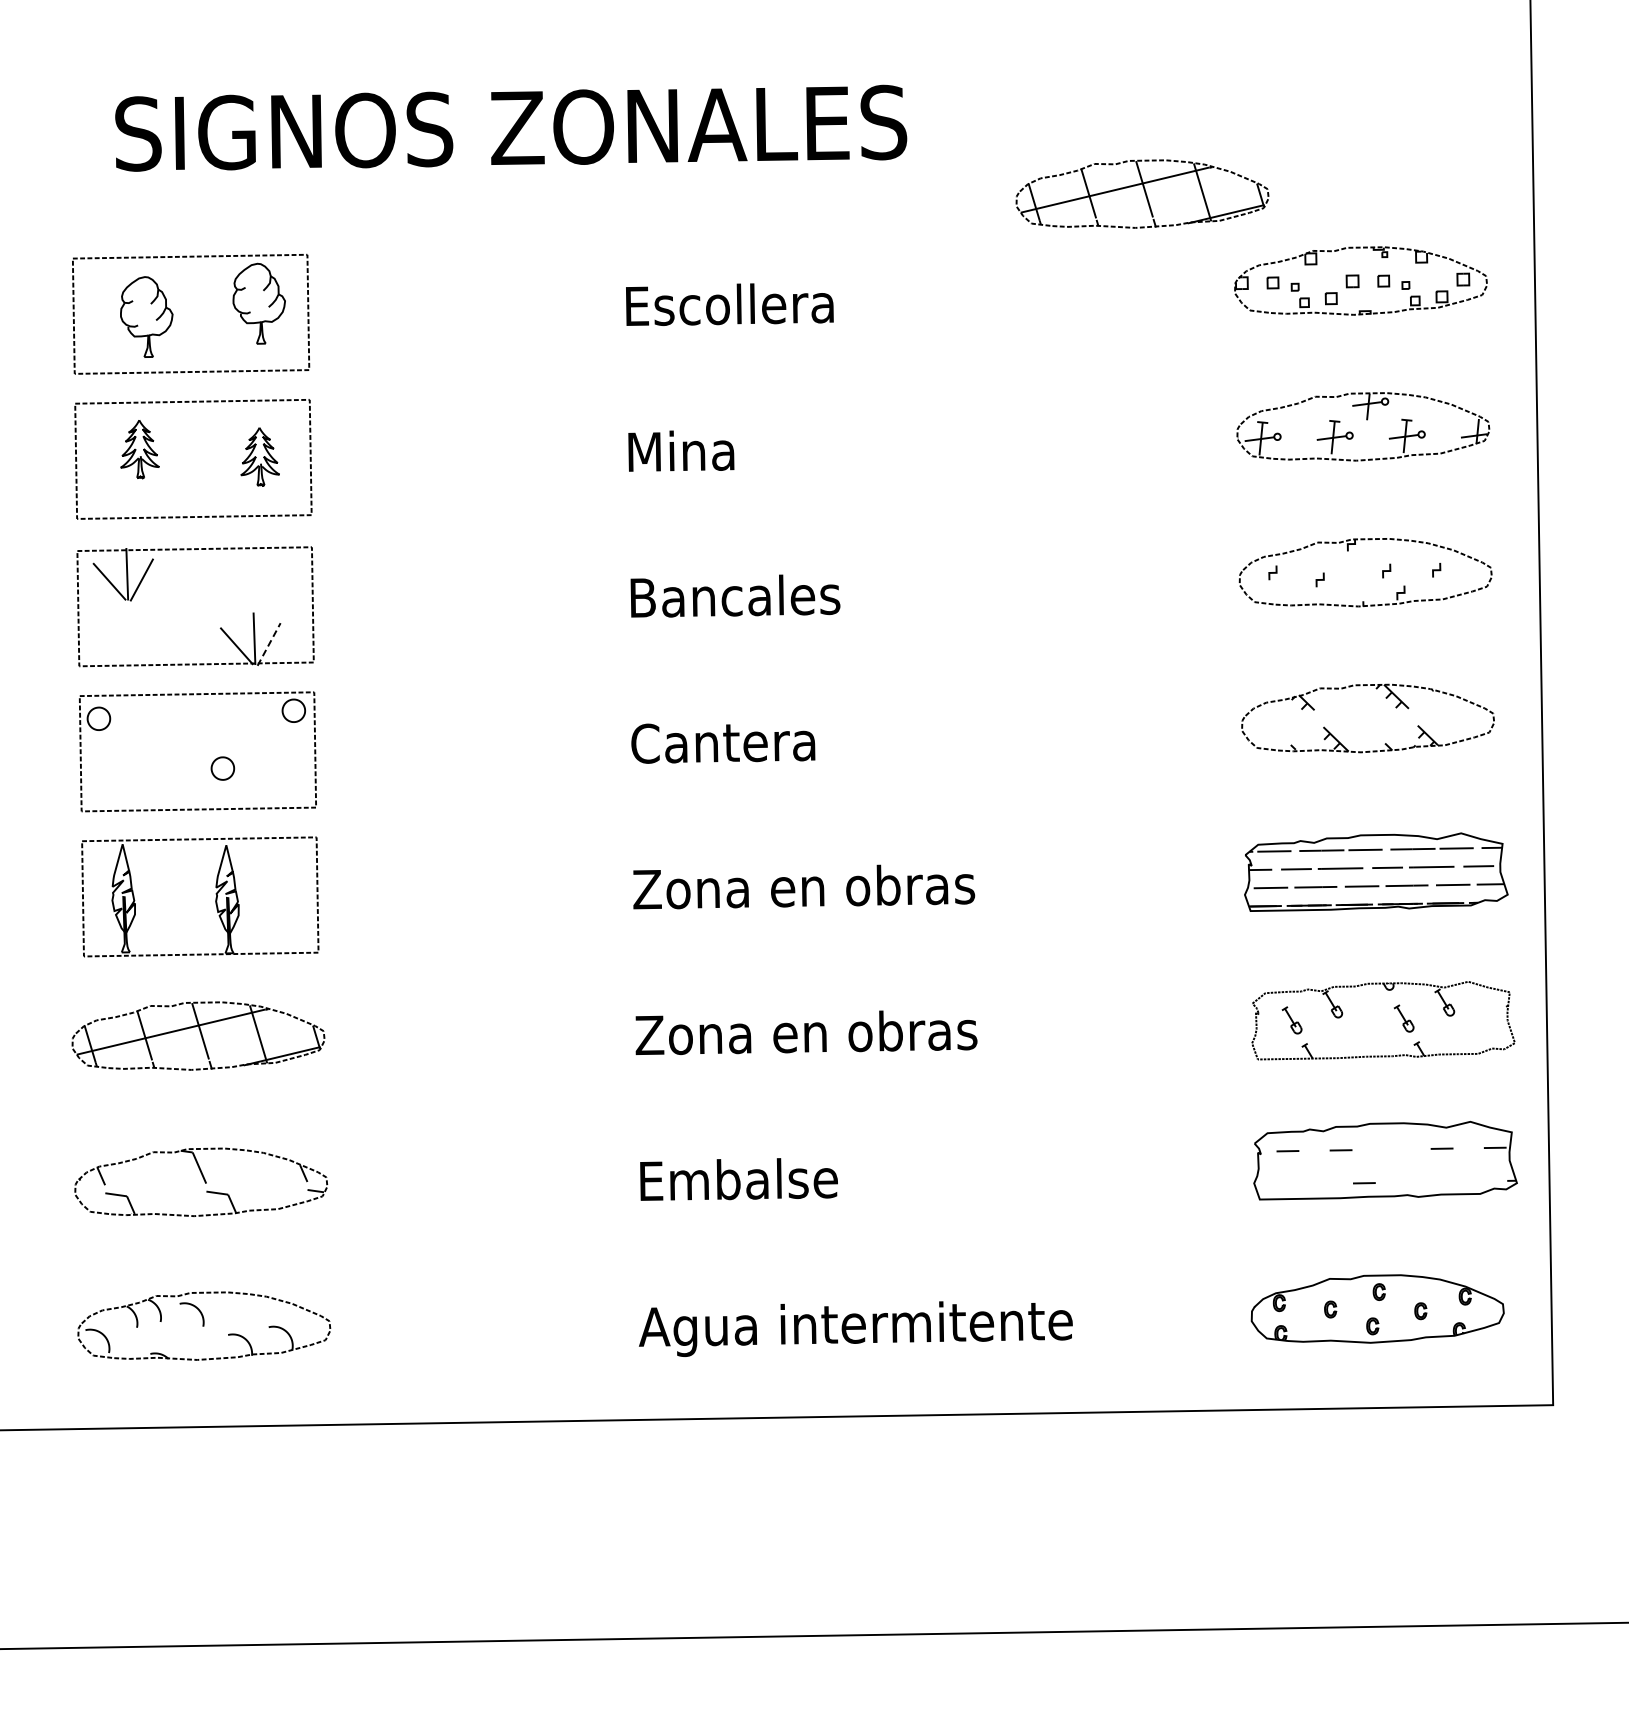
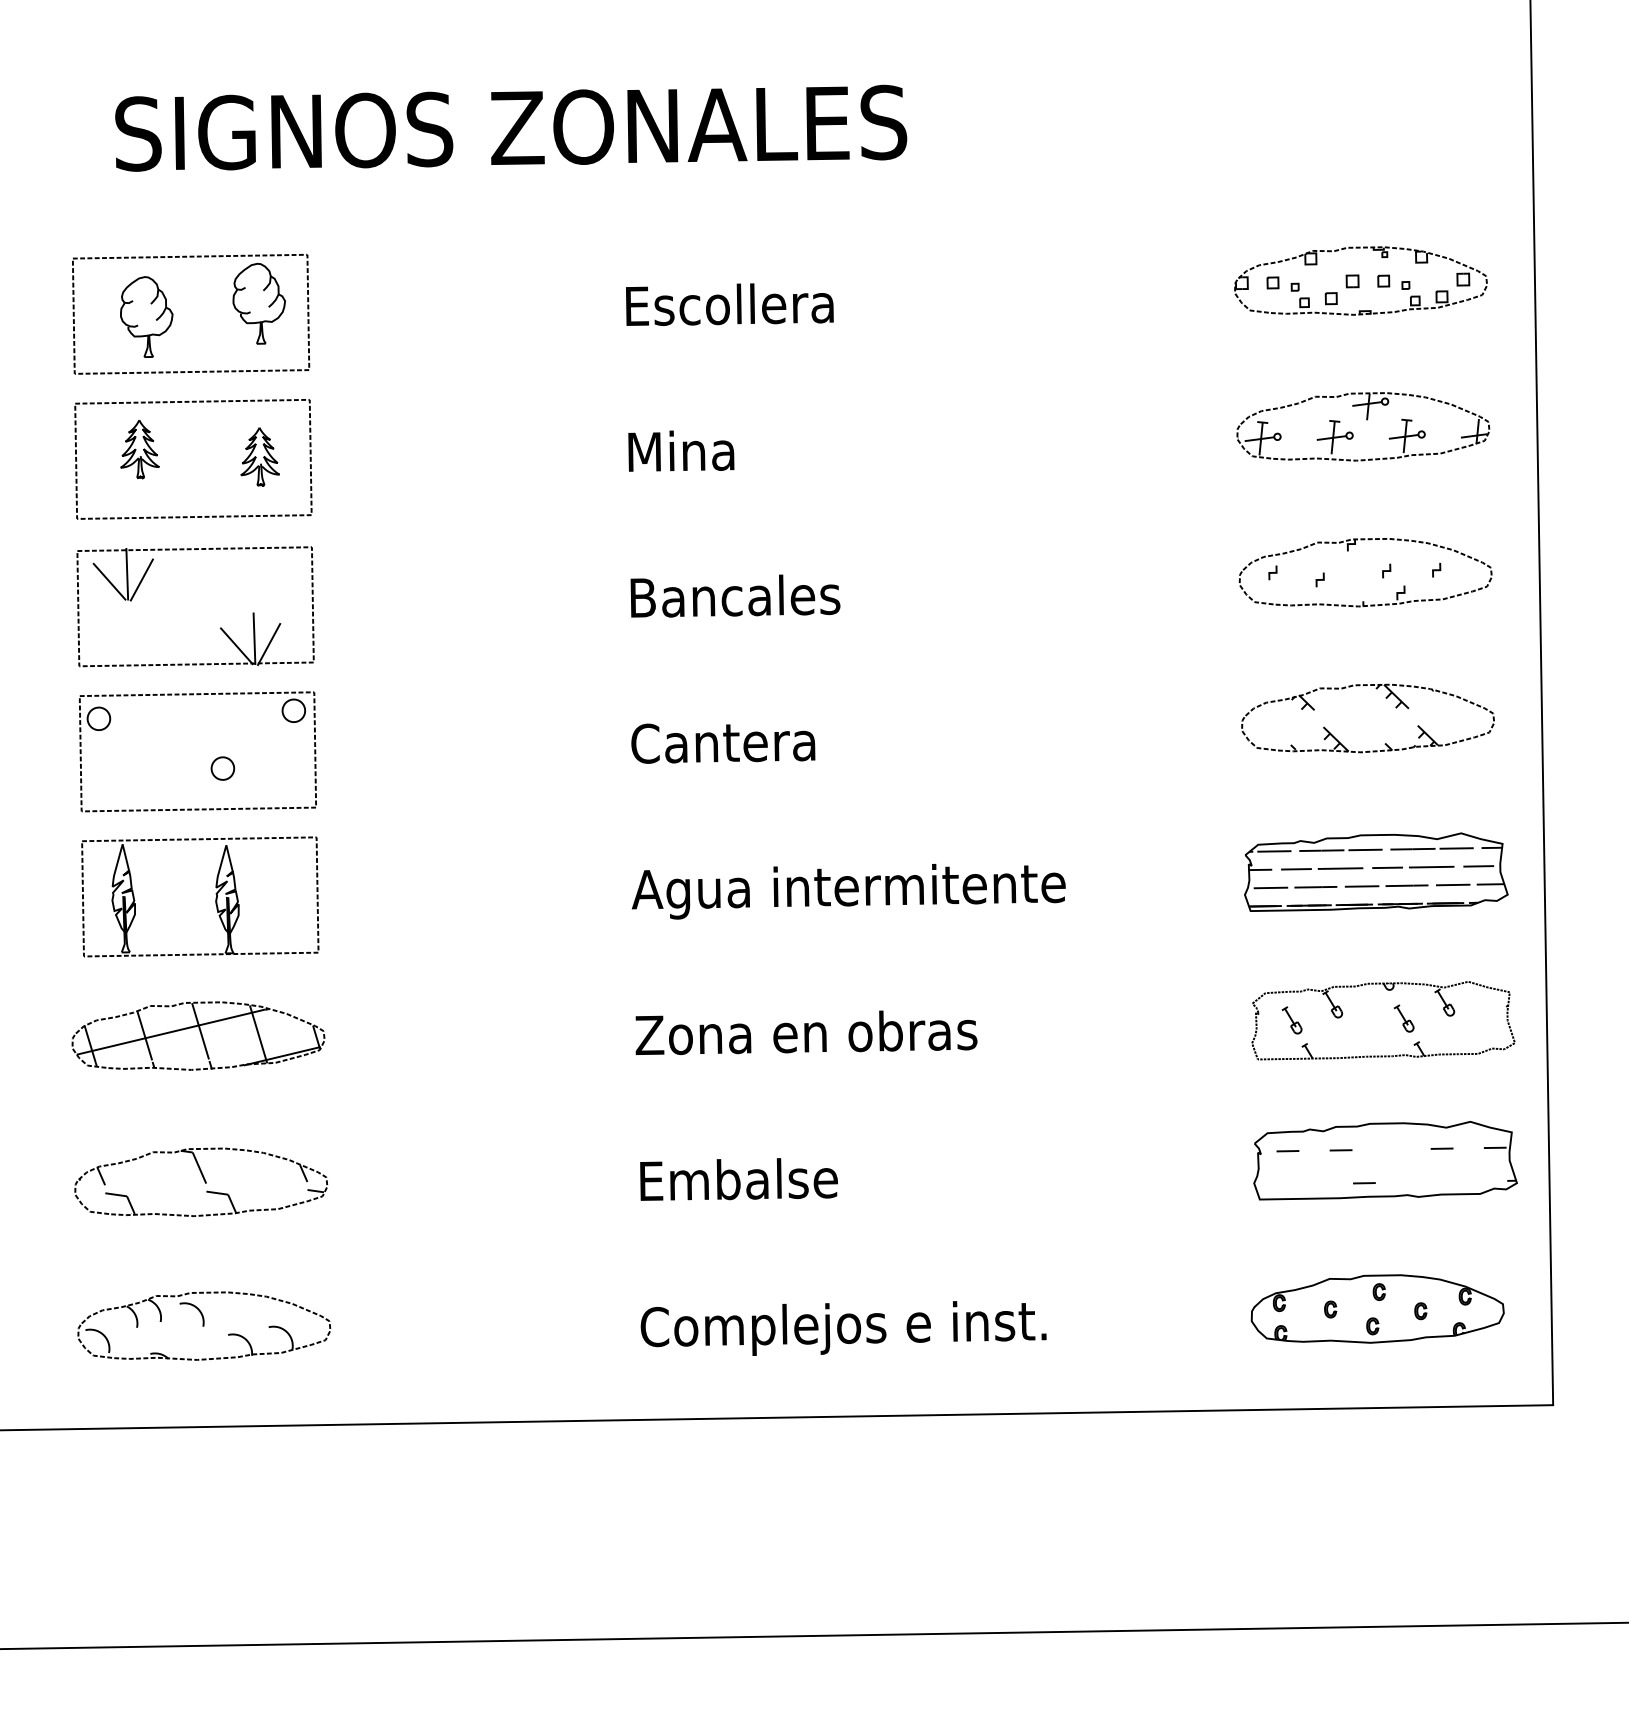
part at (1142, 193): present -> none
line at (269, 644): dashed -> solid
text at (848, 891): Zona en obras -> Agua intermitente
text at (855, 1329): Agua intermitente -> Complejos e inst.
